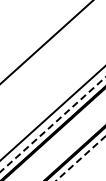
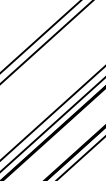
line at (40, 36): none -> present
line at (53, 124): dashed -> solid
line at (81, 158): dashed -> solid
